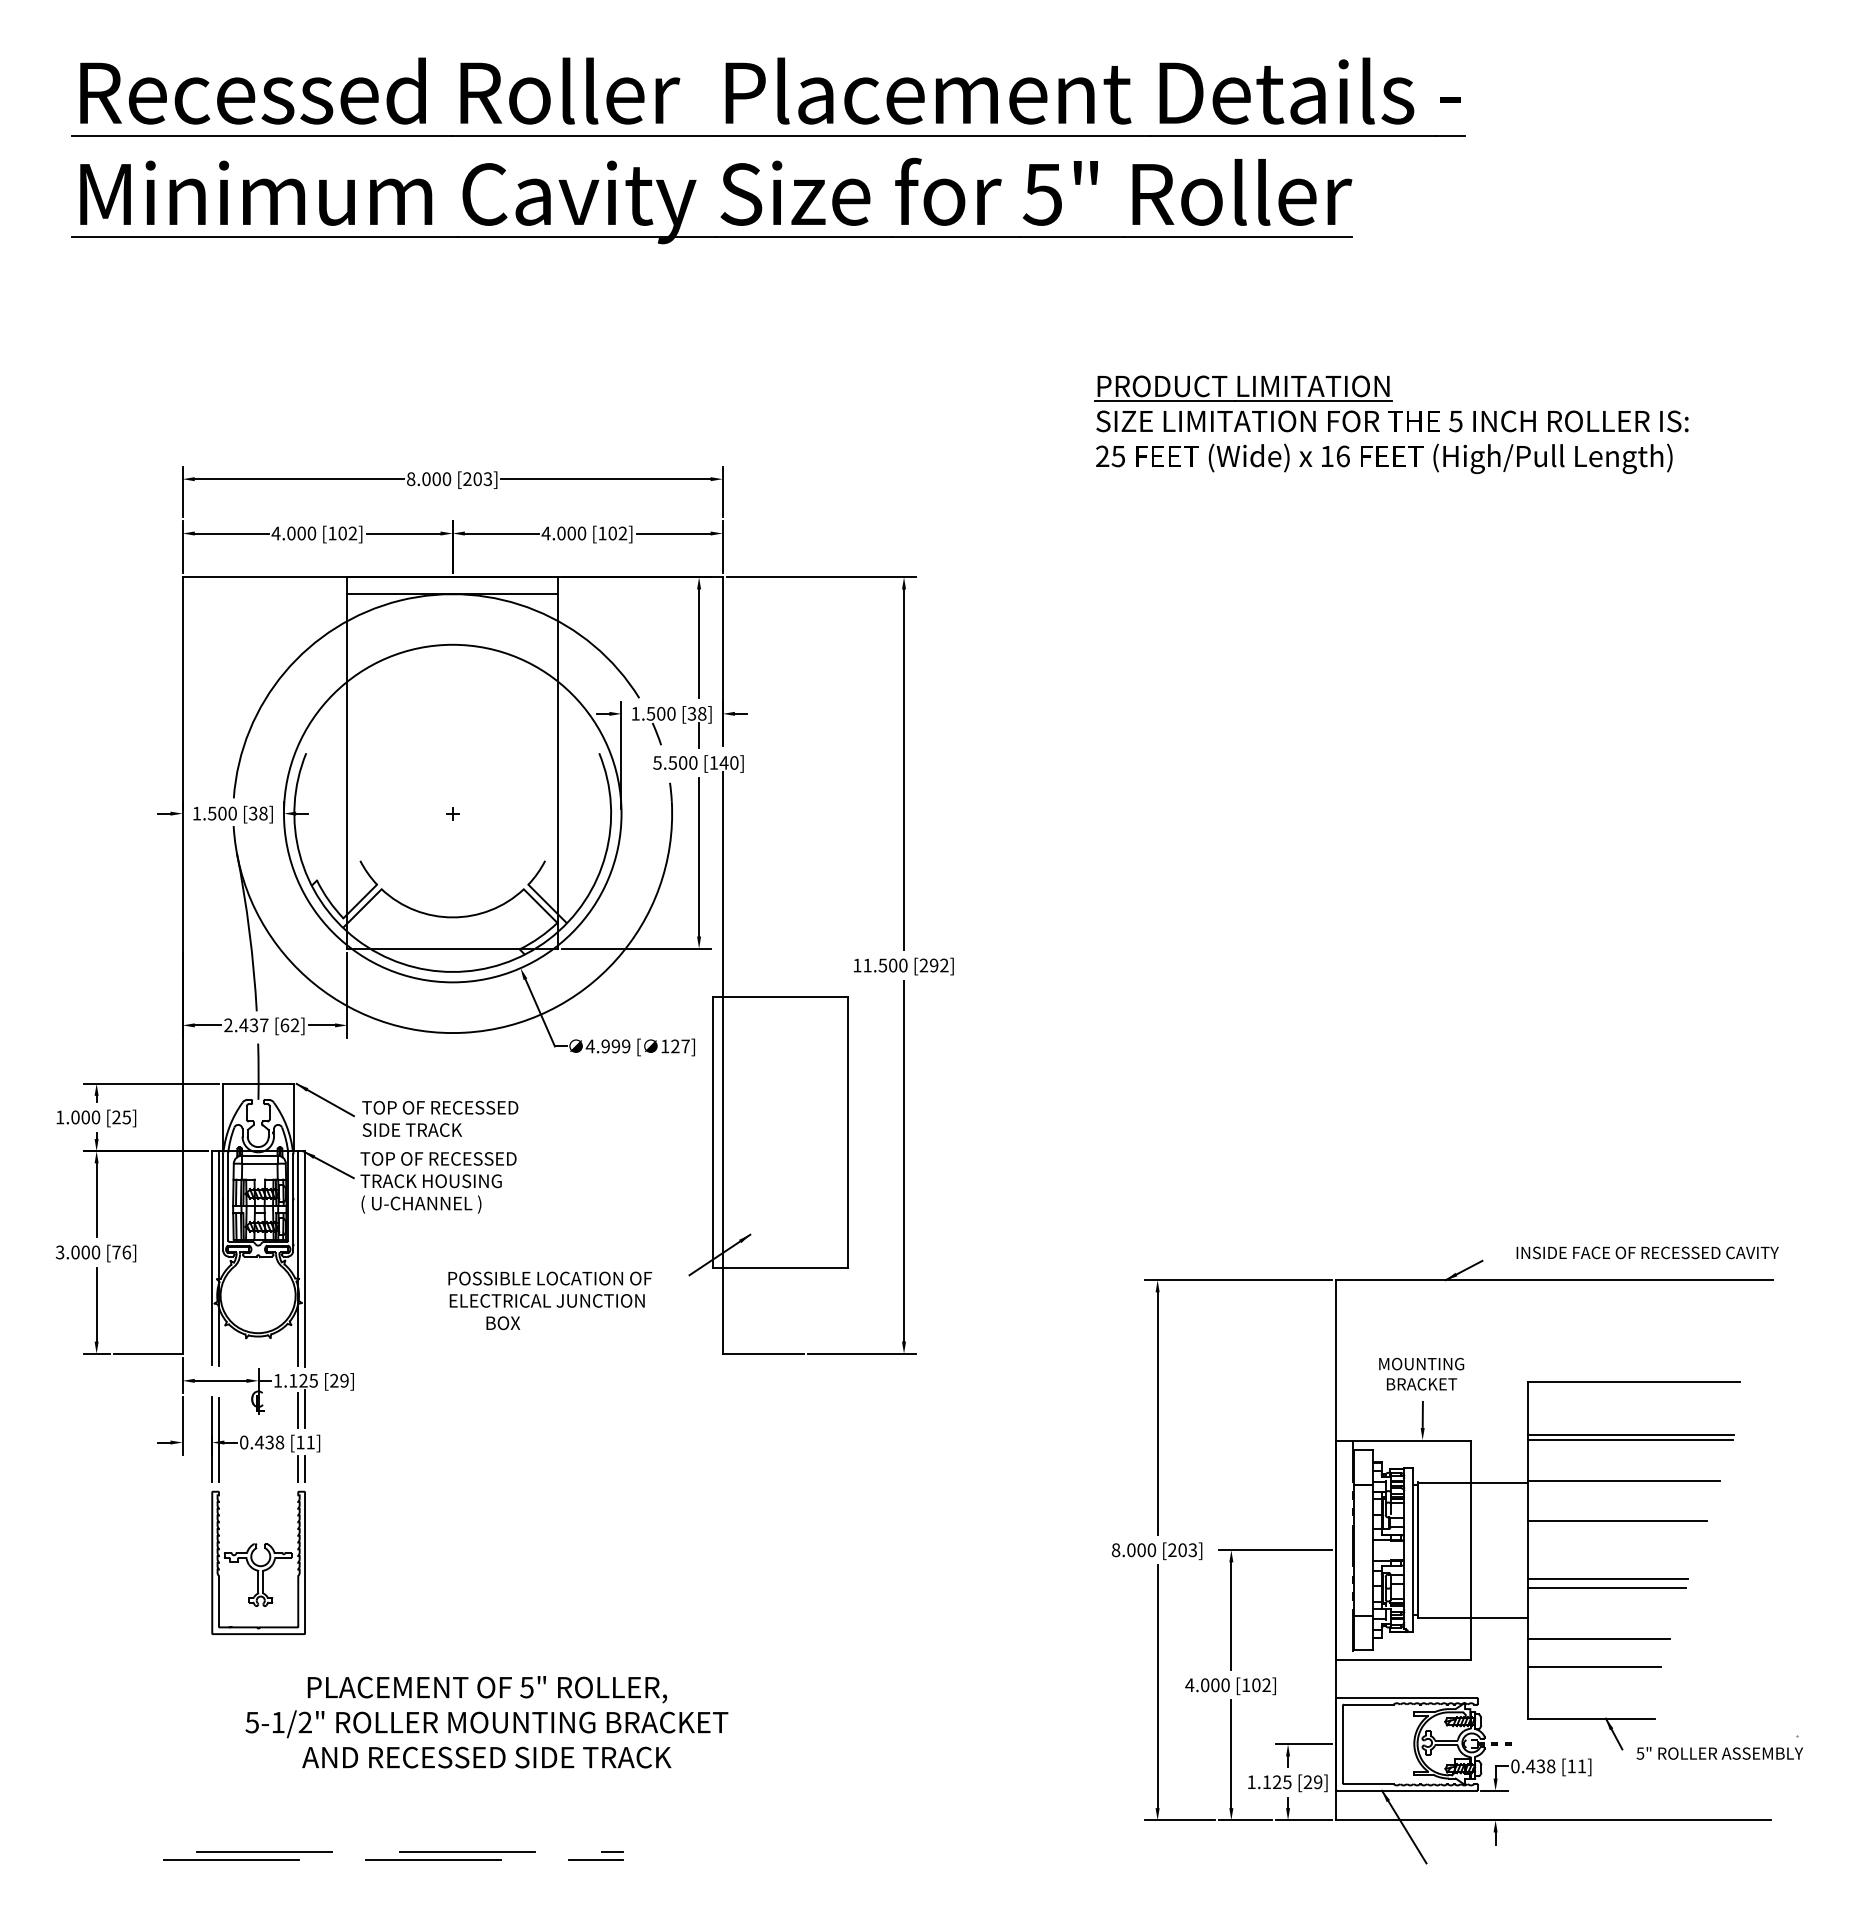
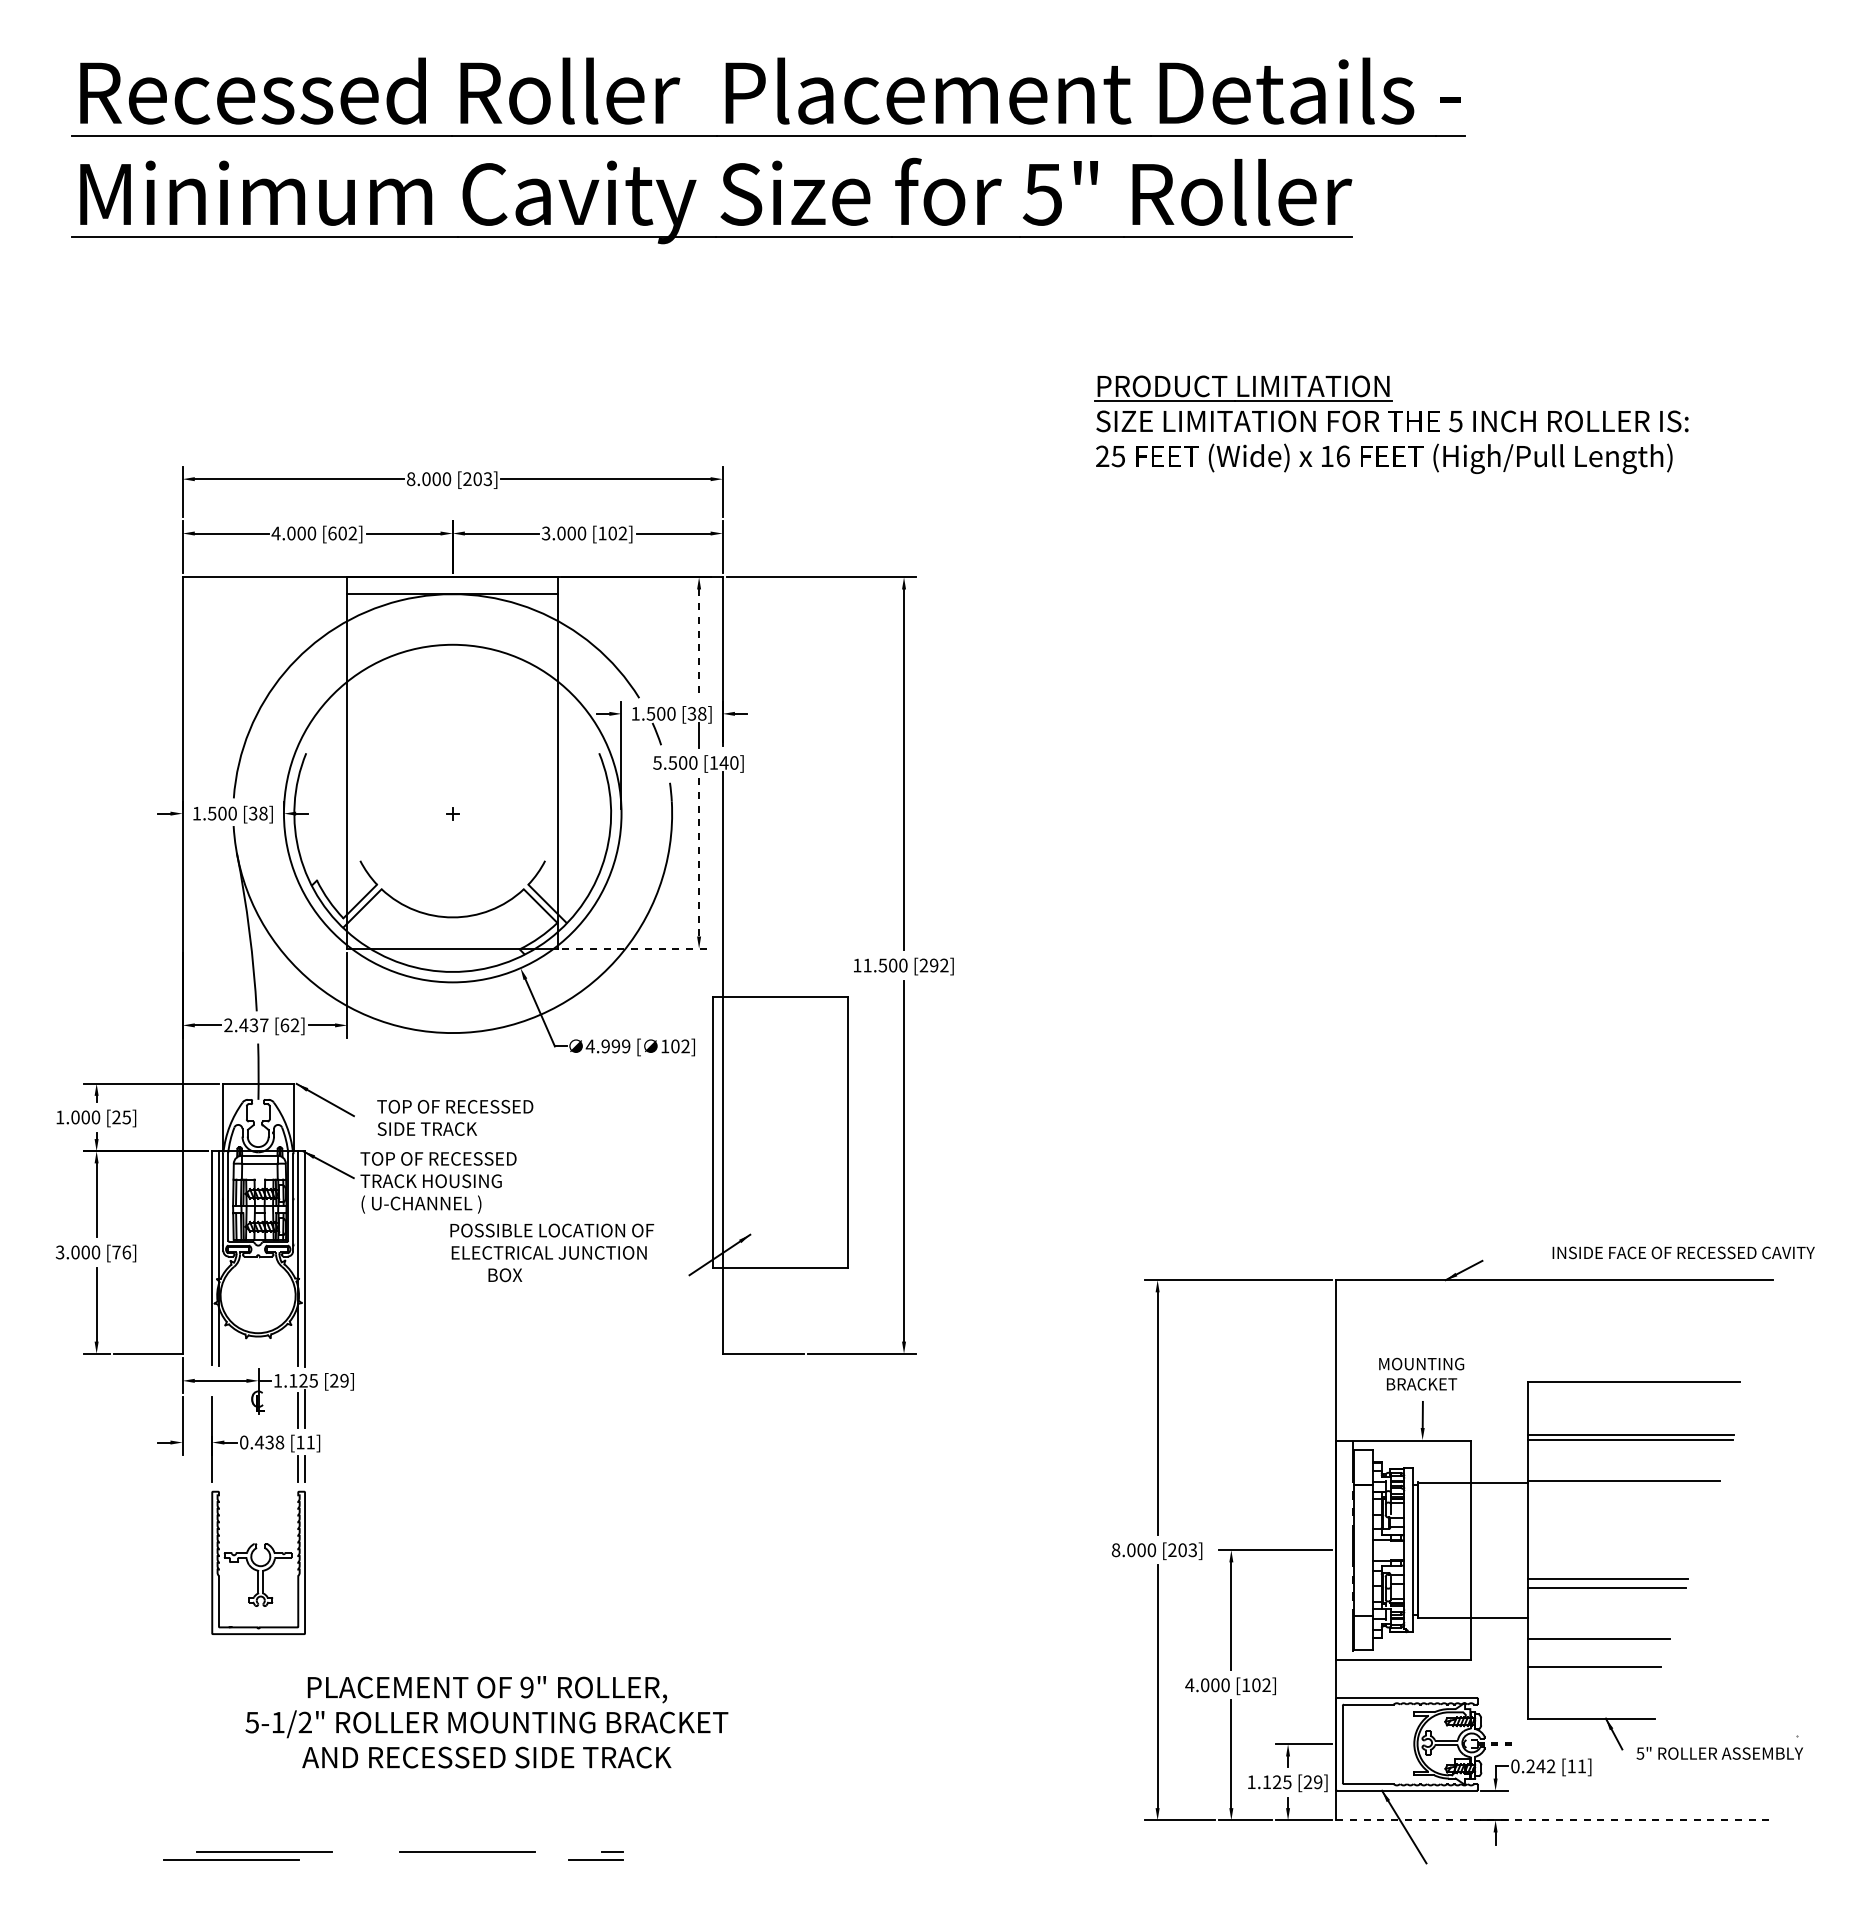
text at (332, 533): [102] -> [602]
text at (545, 533): 4.000 -> 3.000
line at (699, 644): solid -> dashed
line at (699, 856): solid -> dashed
line at (637, 948): solid -> dashed
text at (680, 1046): 127] -> 102]
text at (440, 1118) position: (440, 1118) -> (455, 1117)
text at (1647, 1252) position: (1647, 1252) -> (1683, 1252)
text at (550, 1300) position: (550, 1300) -> (552, 1252)
line at (219, 1439): present -> none
line at (1616, 1521): present -> none
text at (526, 1687): 5" -> 9"
text at (1540, 1766): 0.438 -> 0.242
line at (1553, 1820): solid -> dashed
line at (433, 1860): present -> none
